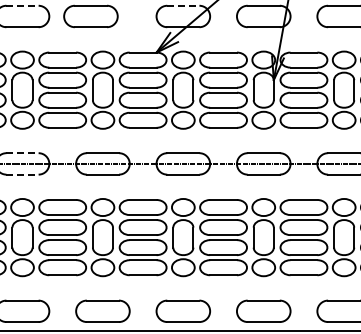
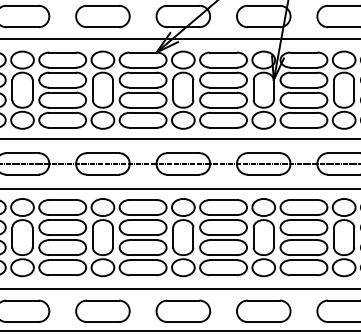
line at (23, 5): dashed -> solid
line at (183, 5): dashed -> solid
part at (90, 16) position: (90, 16) -> (102, 16)
line at (179, 38): none -> present
line at (179, 139): none -> present
line at (23, 153): dashed -> solid
line at (23, 174): dashed -> solid
line at (179, 188): none -> present
line at (179, 289): none -> present
